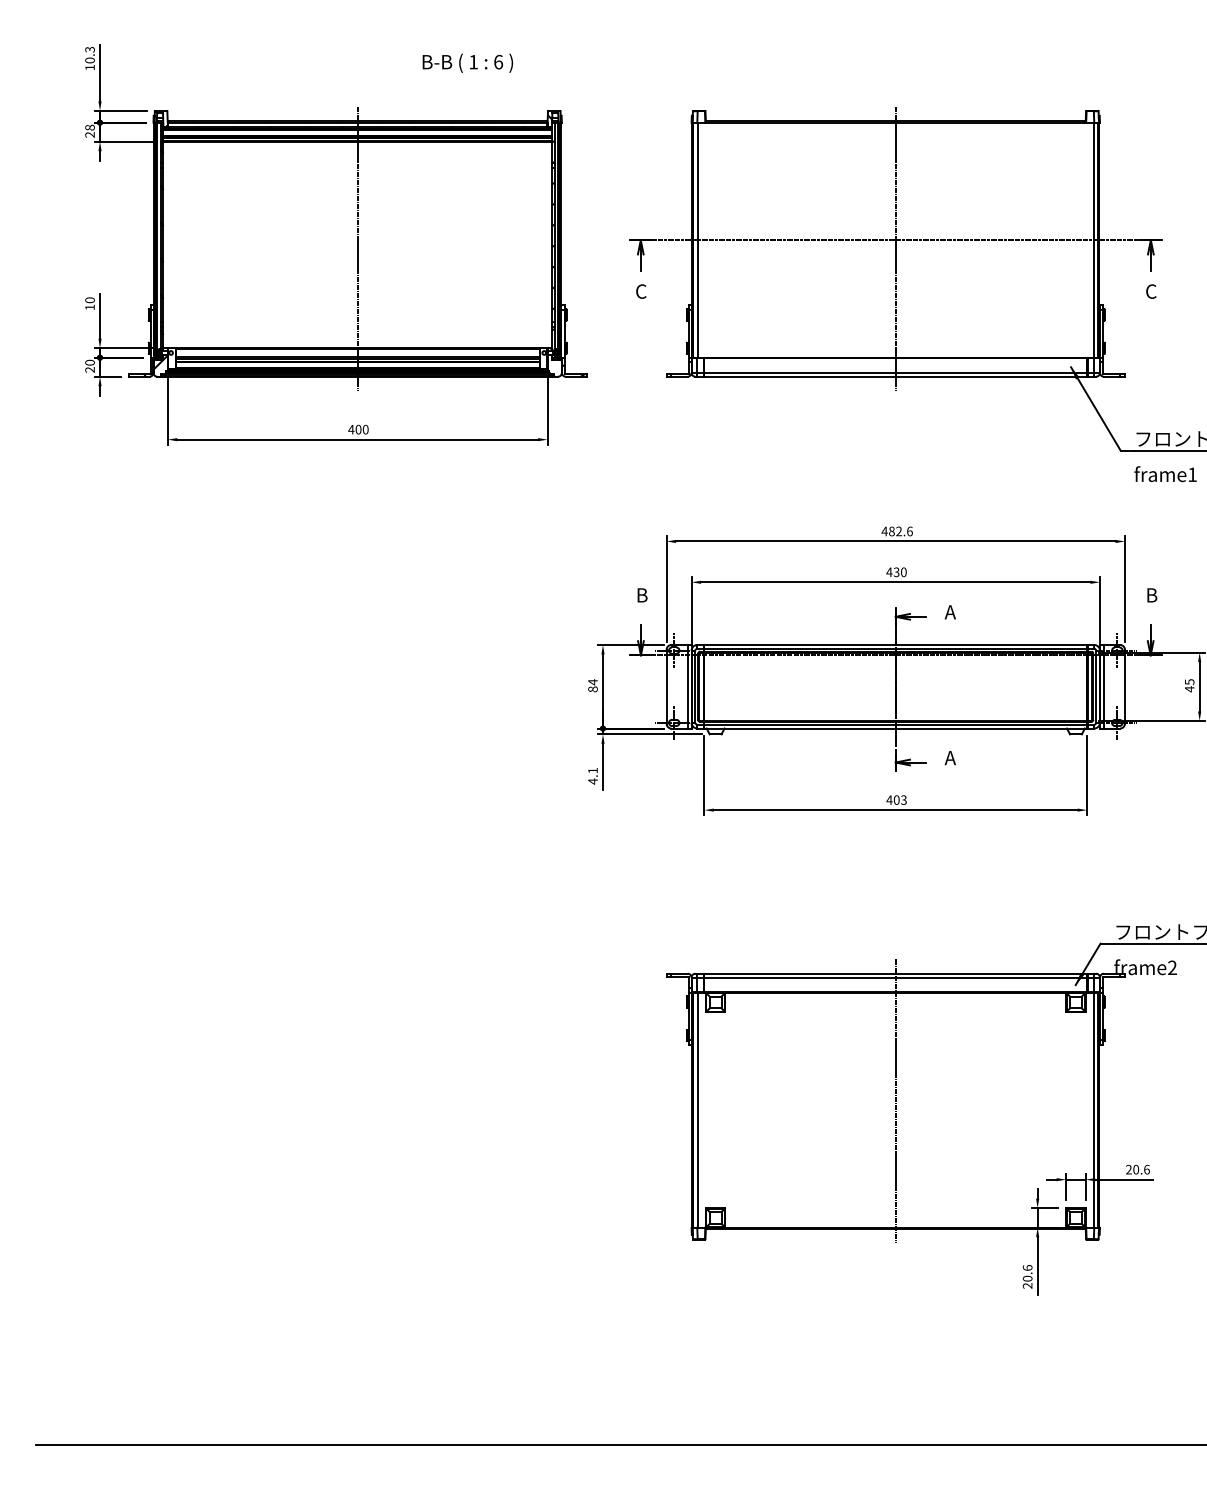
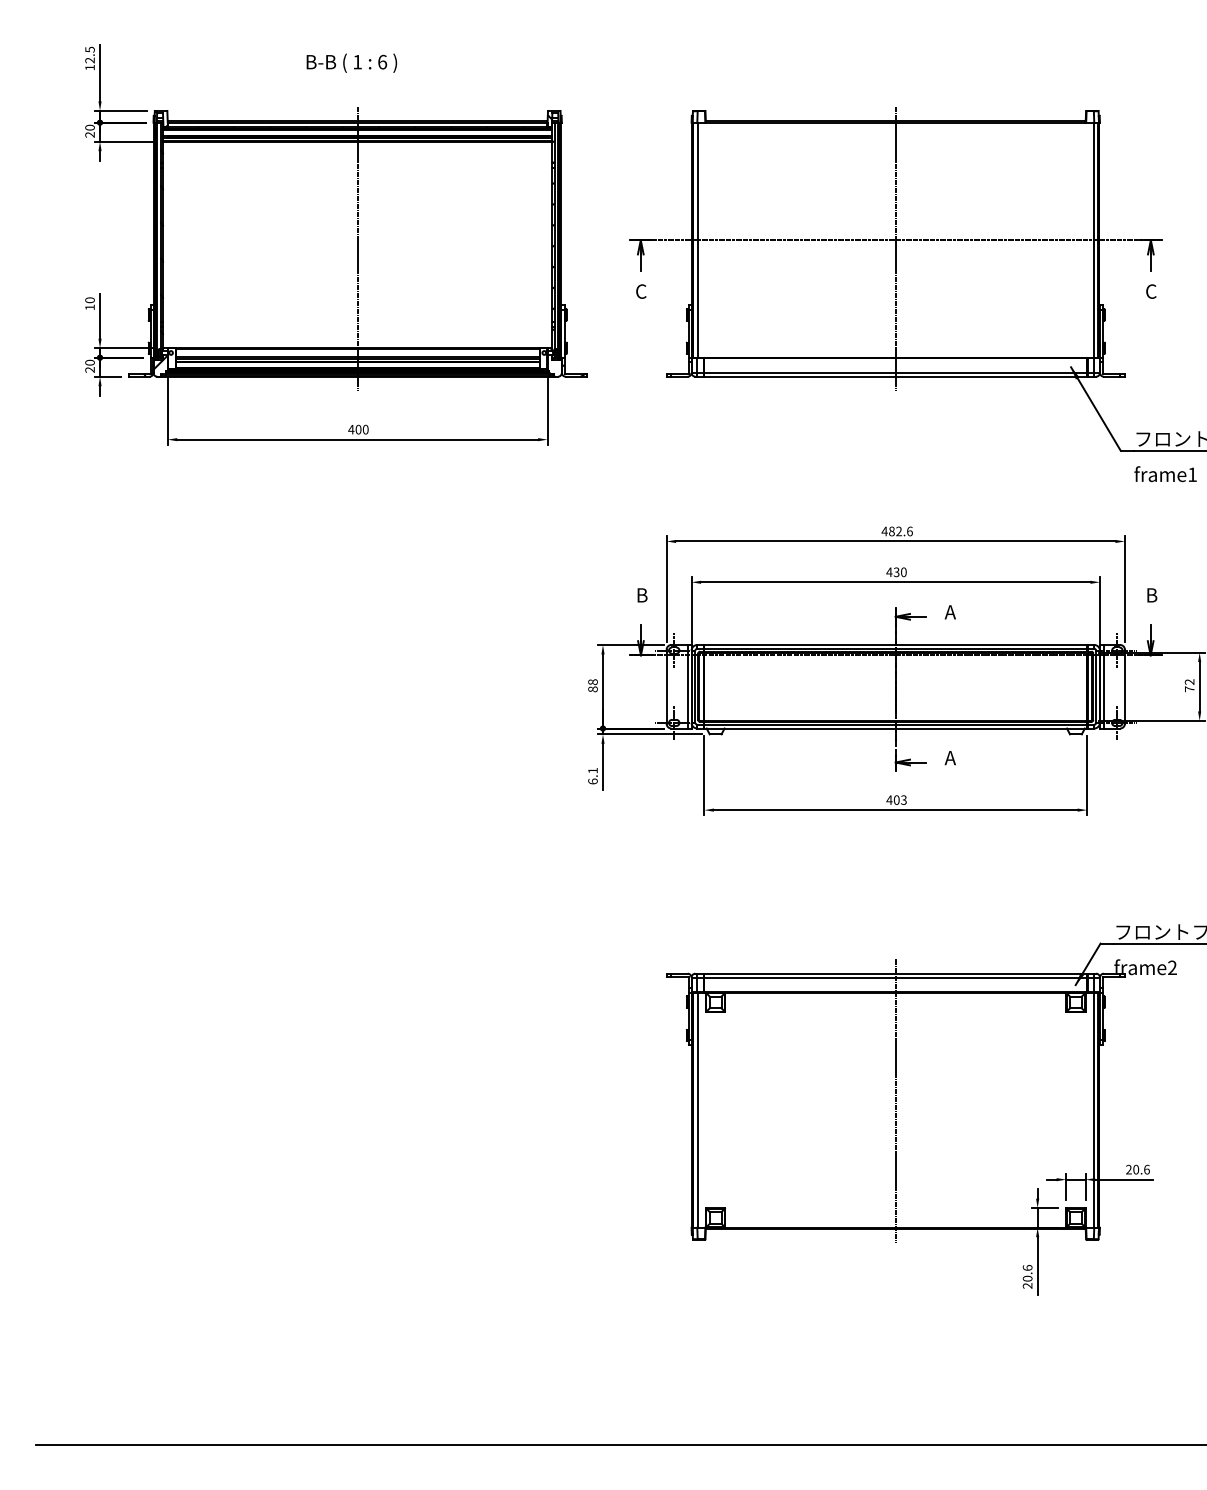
text at (89, 54): 10.3 -> 12.5
text at (467, 62) position: (467, 62) -> (351, 62)
text at (90, 127): 28 -> 20
text at (592, 682): 84 -> 88
text at (1189, 685): 45 -> 72
text at (592, 781): 4.1 -> 6.1
